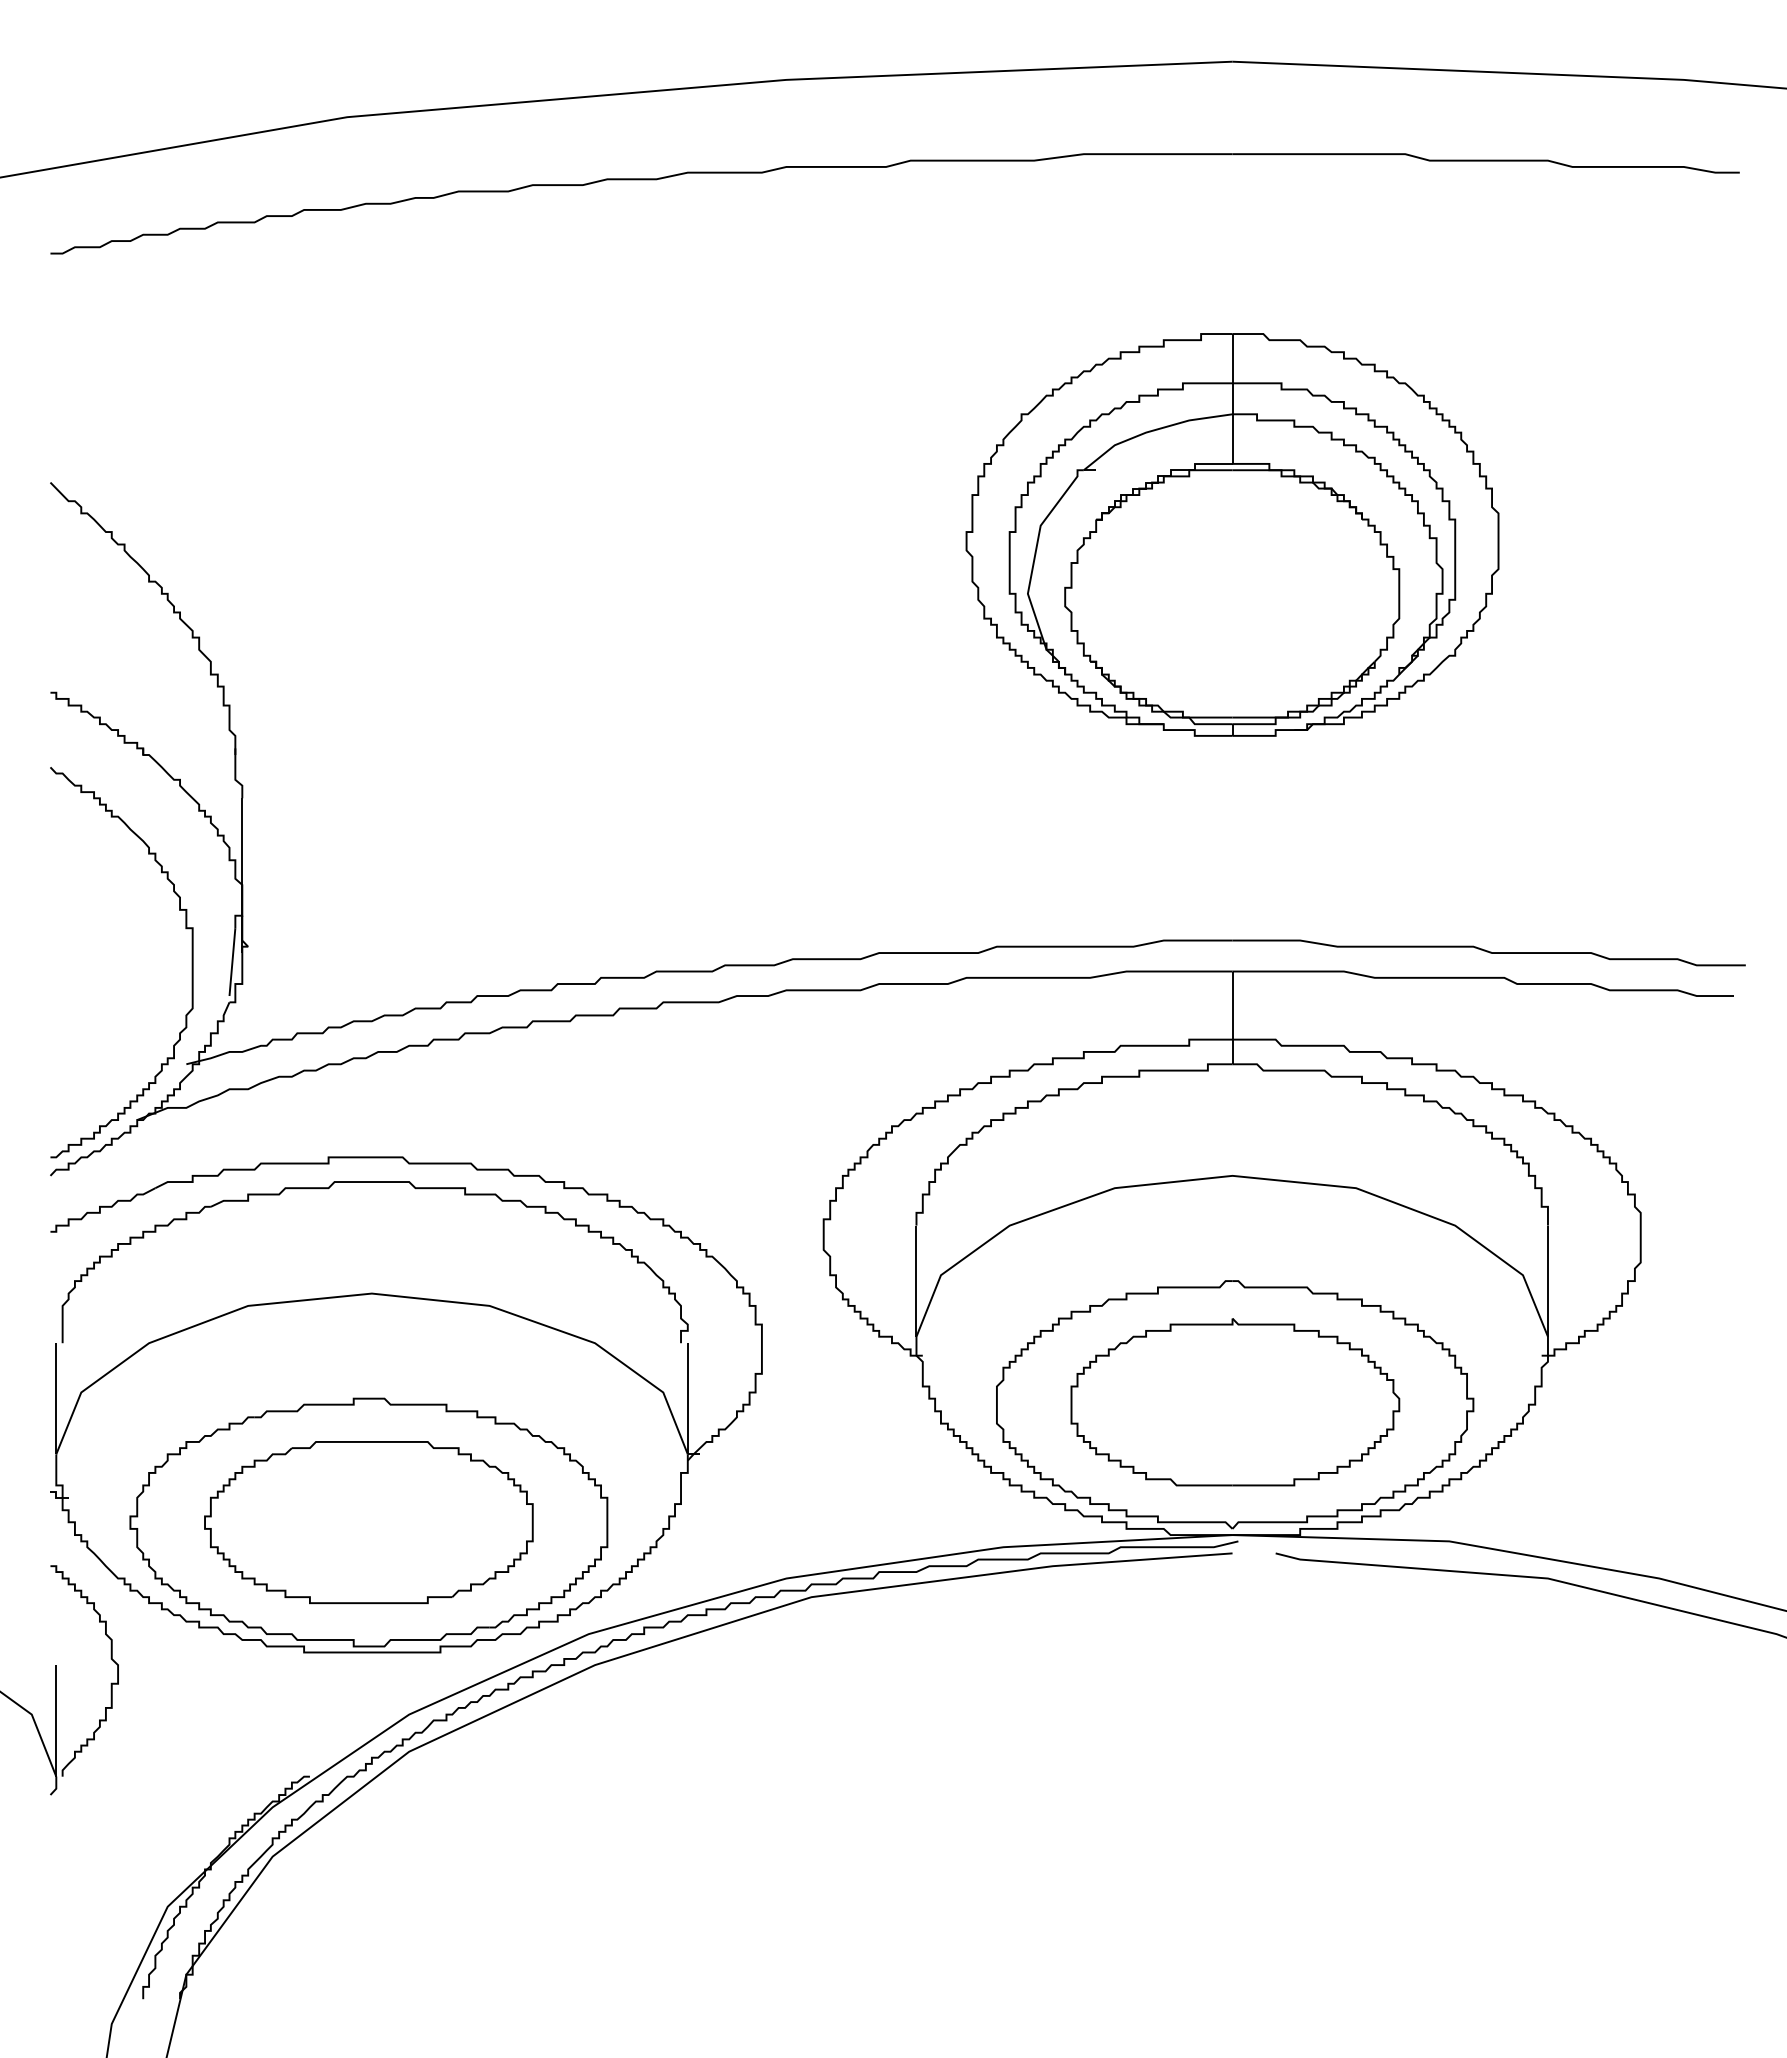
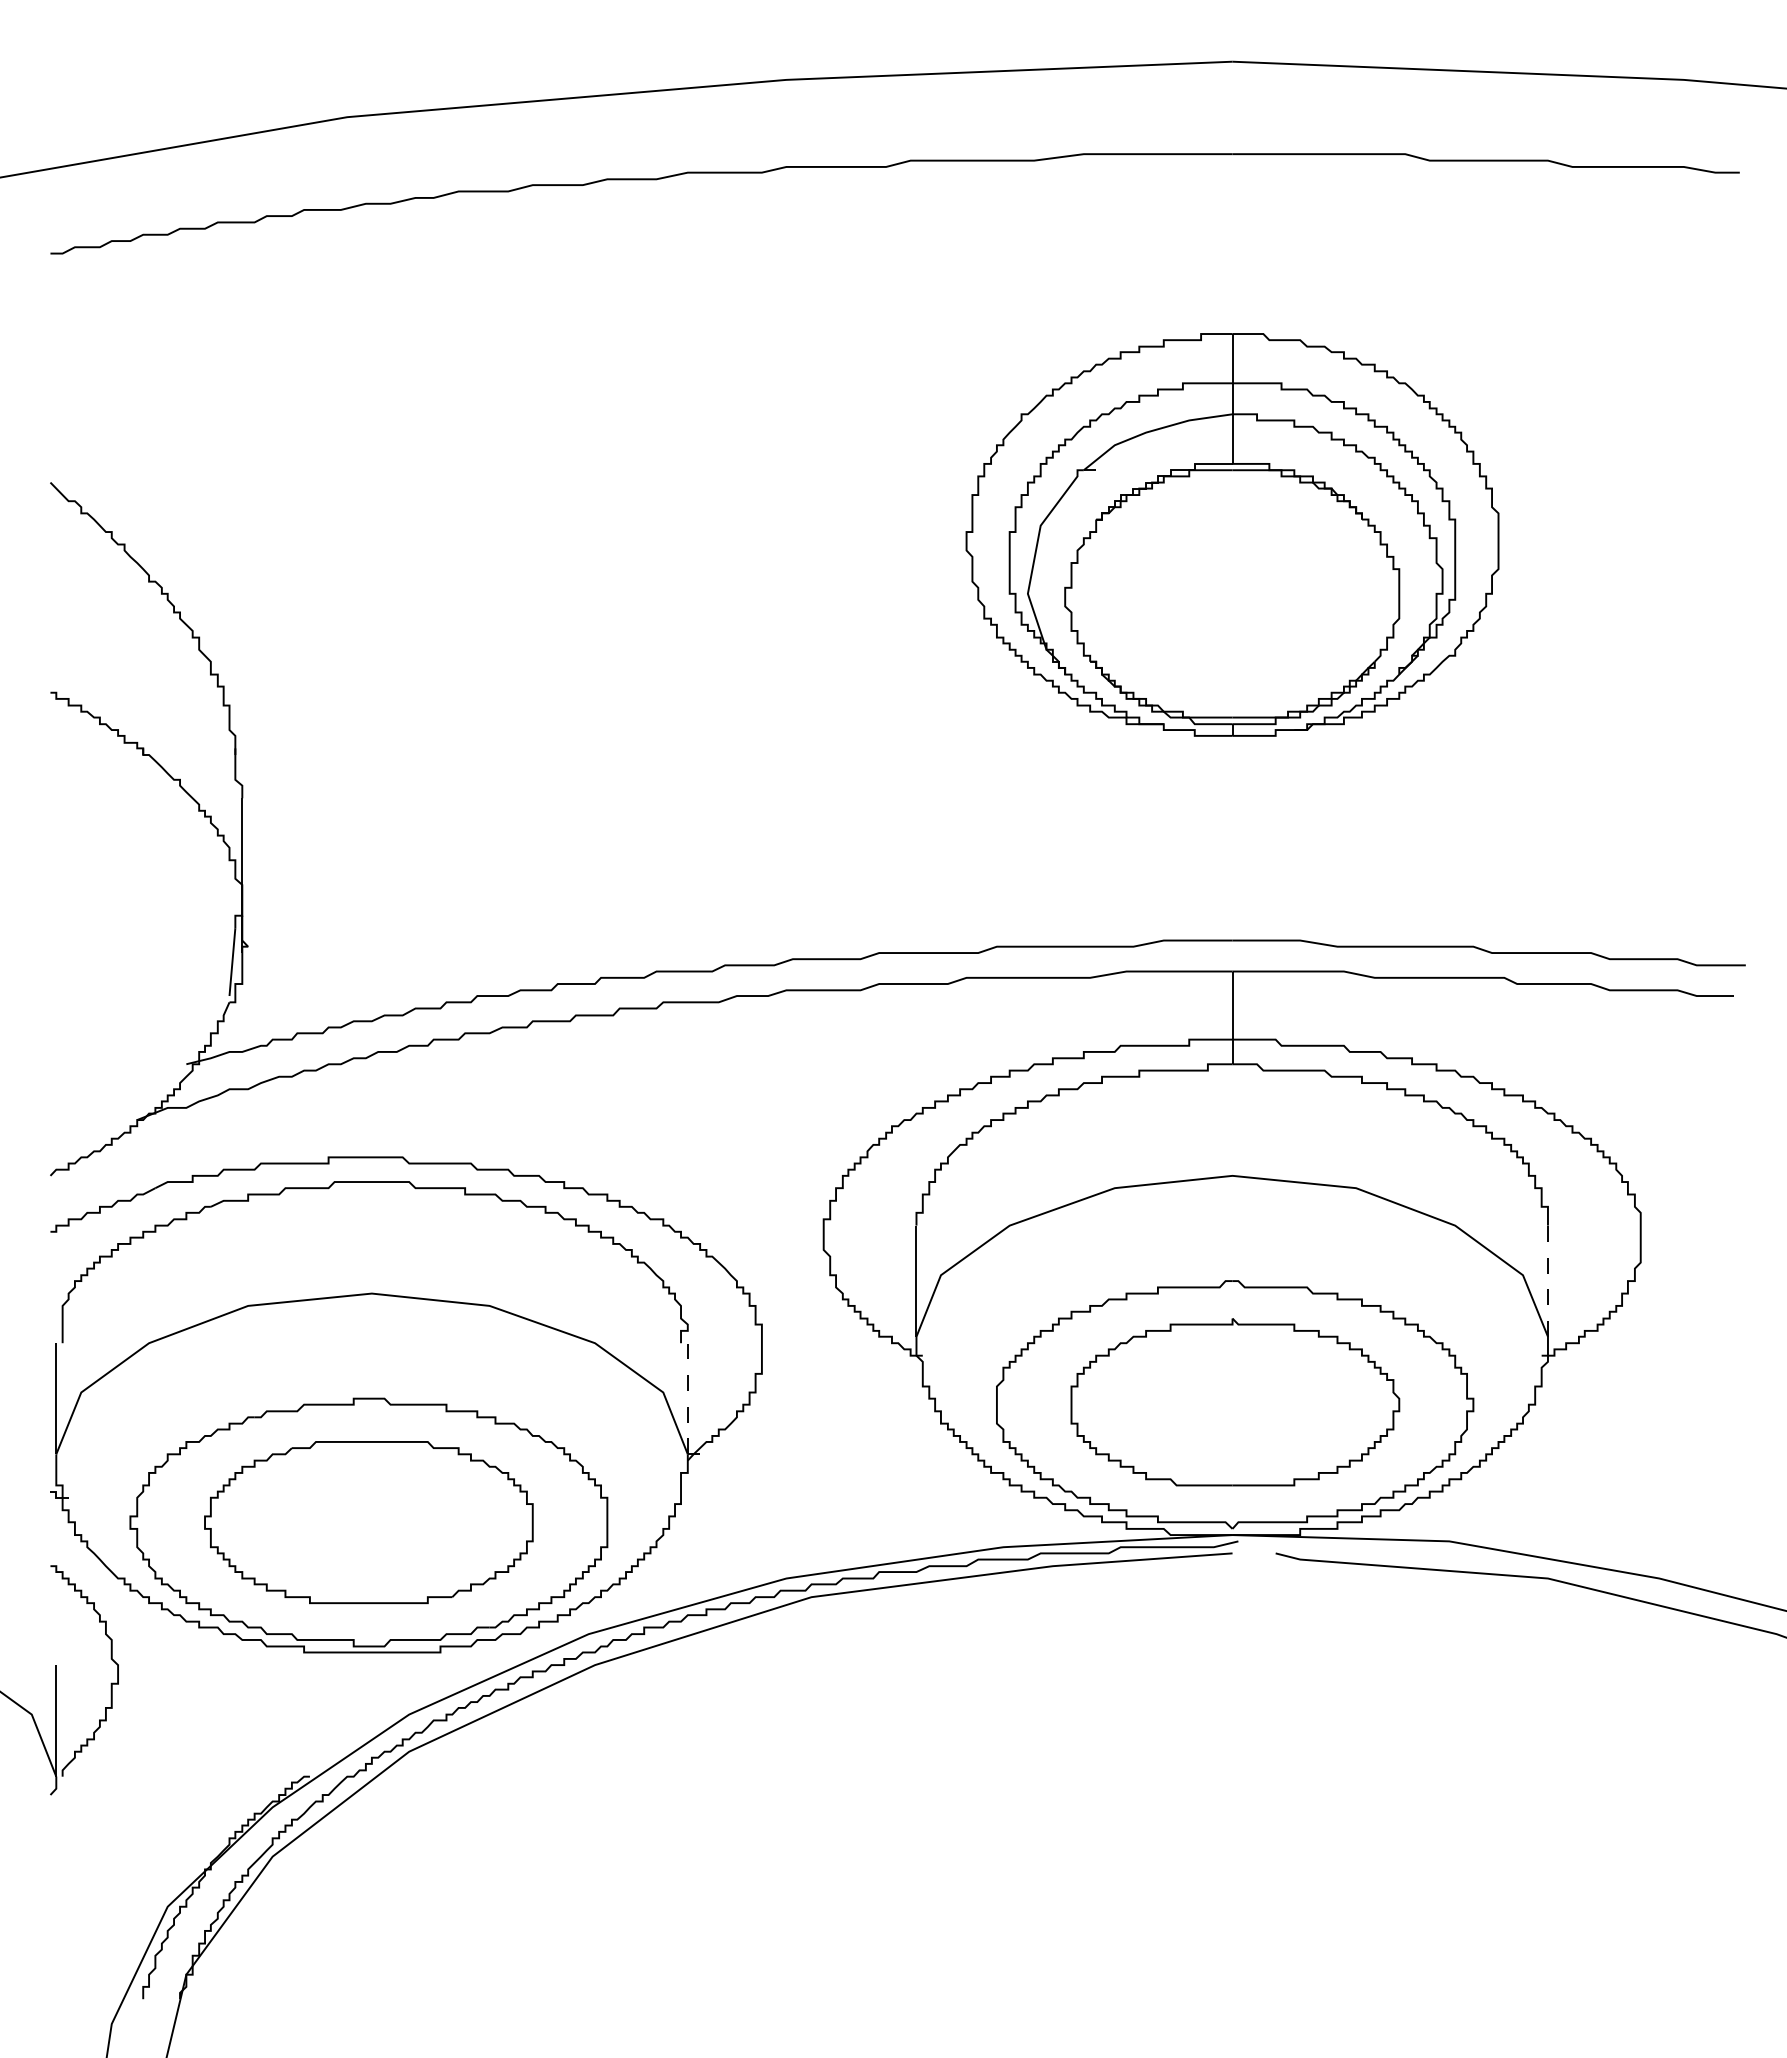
curve at (191, 962): present -> none
line at (1547, 1281): solid -> dashed
line at (687, 1398): solid -> dashed
